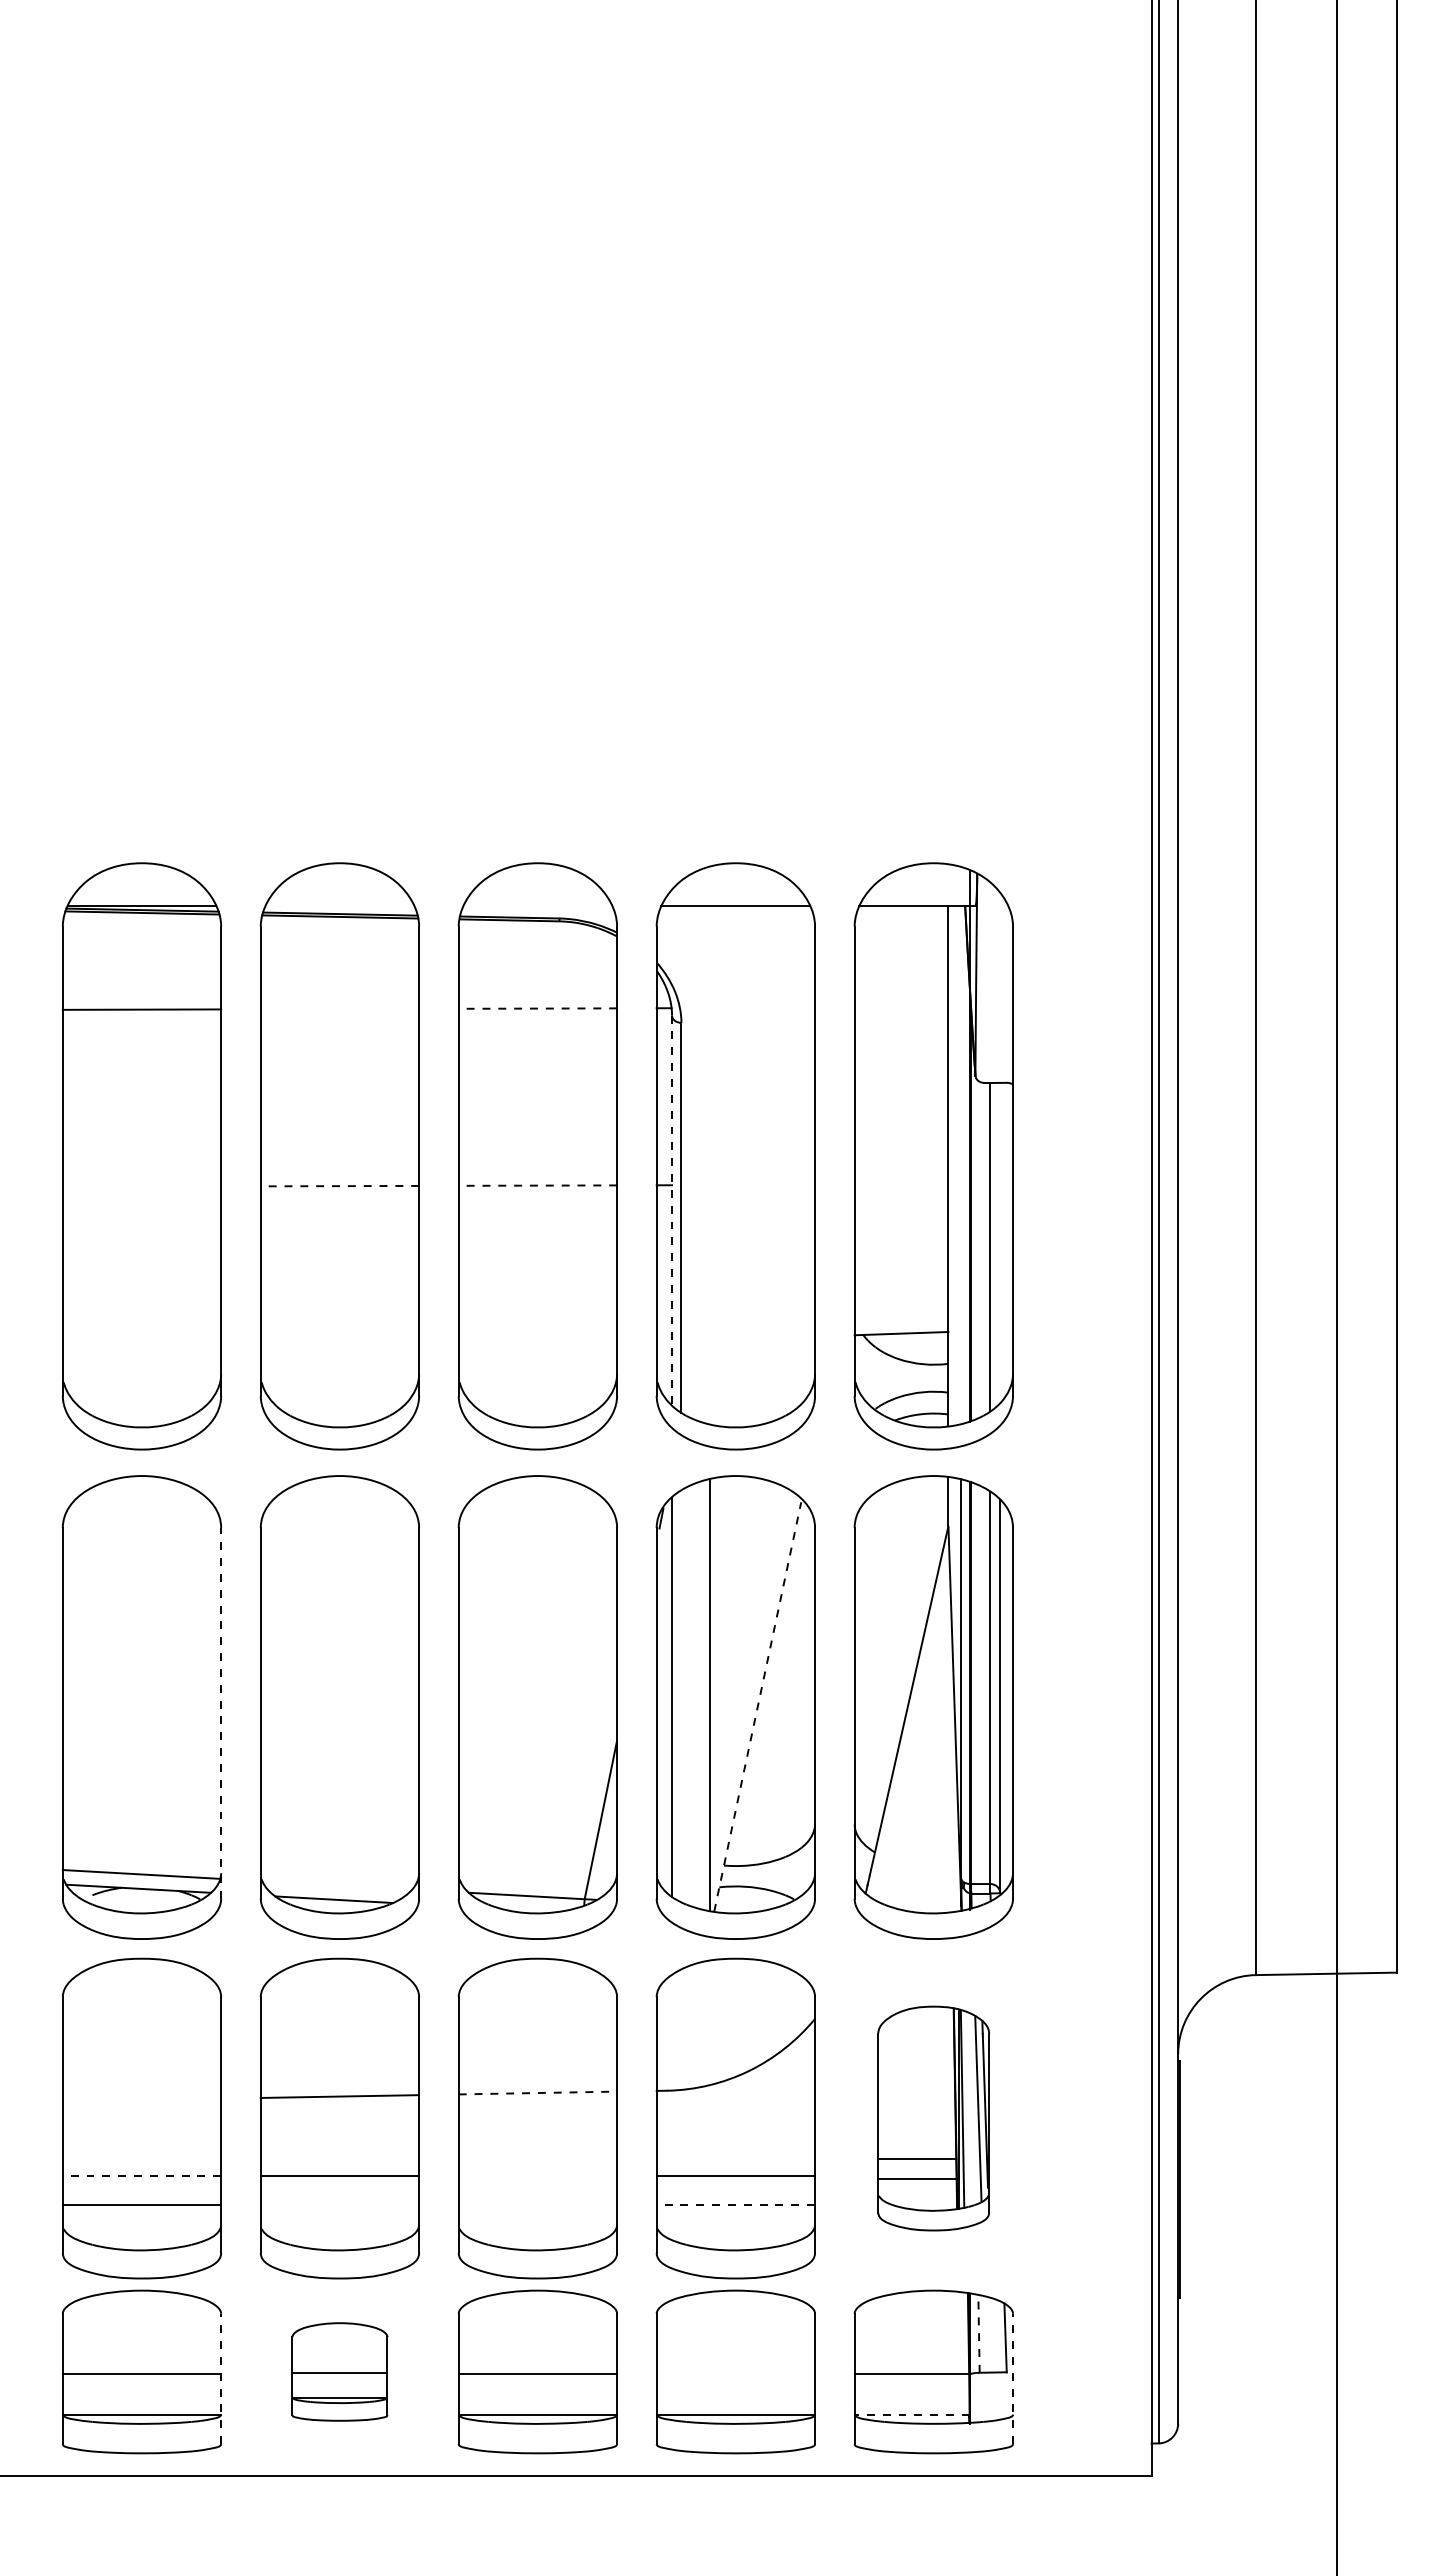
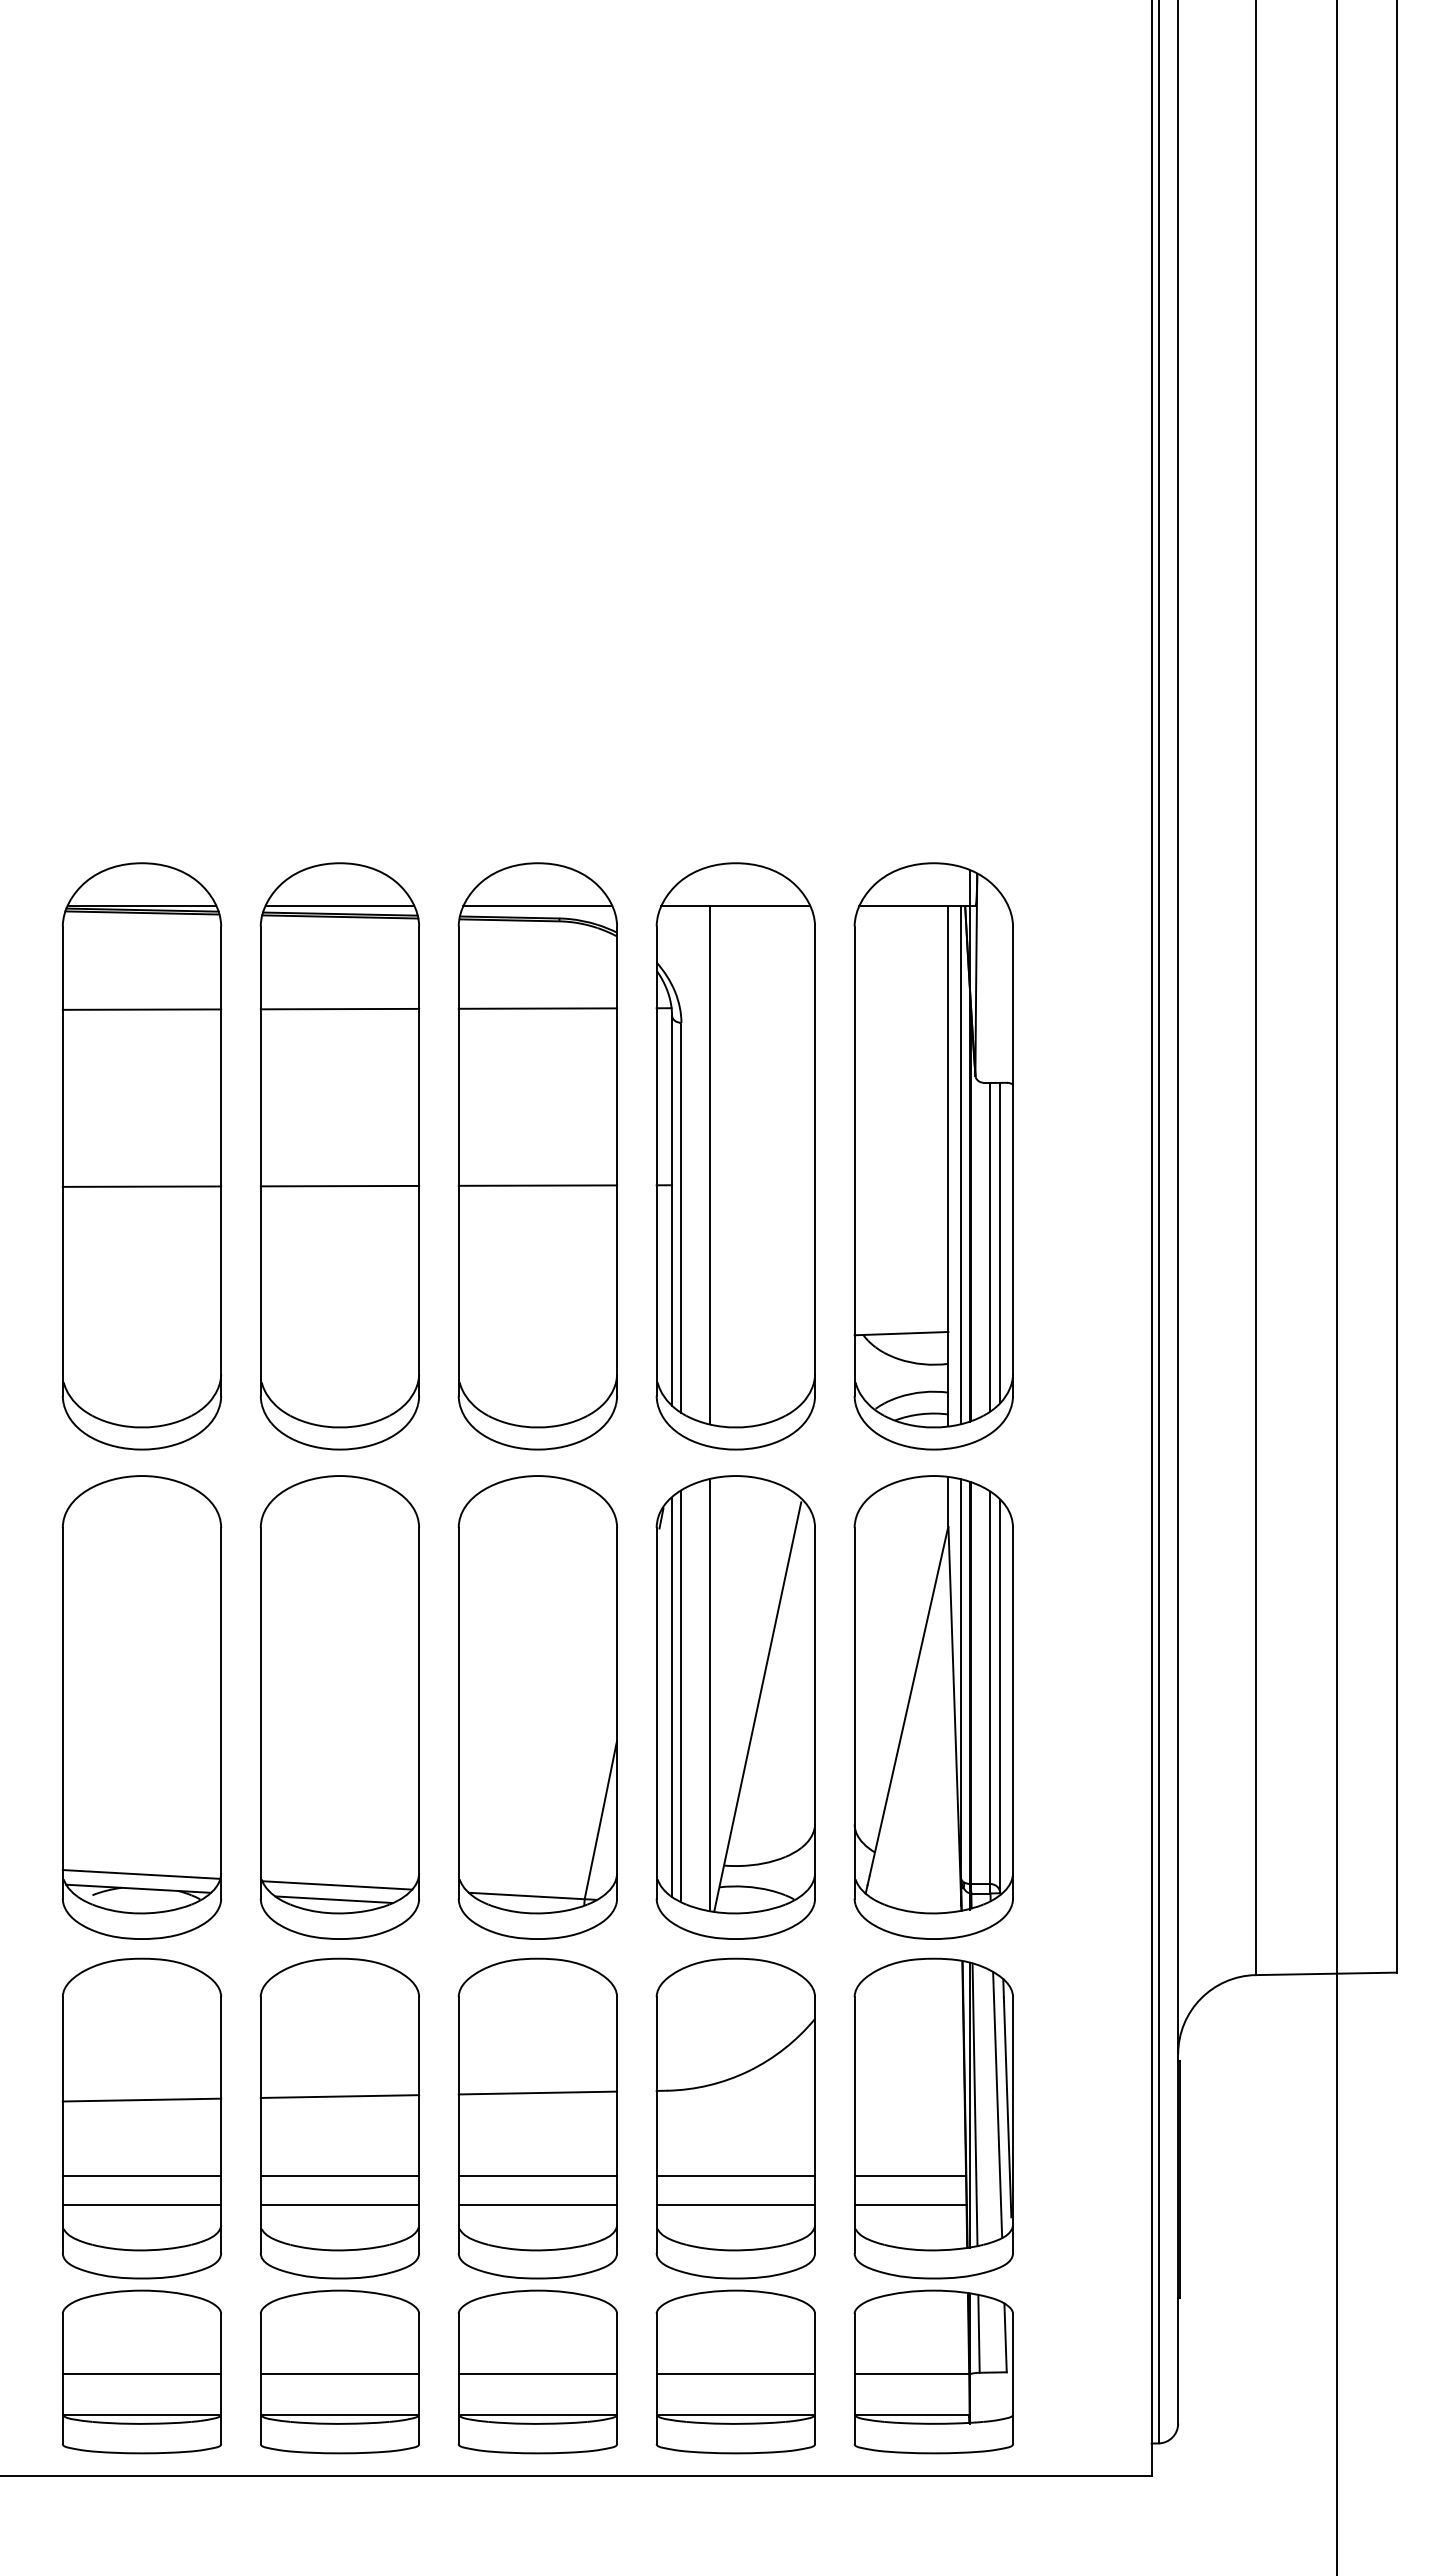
line at (339, 905): none -> present
line at (537, 905): none -> present
line at (339, 1008): none -> present
line at (537, 1008): dashed -> solid
line at (709, 1164): none -> present
line at (961, 1164): none -> present
line at (537, 1185): dashed -> solid
line at (141, 1186): none -> present
line at (339, 1186): dashed -> solid
line at (672, 1210): dashed -> solid
line at (1000, 1242): none -> present
line at (681, 1696): none -> present
line at (757, 1706): dashed -> solid
line at (221, 1712): dashed -> solid
line at (337, 1885): none -> present
line at (538, 2093): dashed -> solid
line at (141, 2099): none -> present
part at (933, 2118) size: 113x227 px -> 161x323 px
line at (141, 2176): dashed -> solid
line at (537, 2176): none -> present
line at (339, 2204): none -> present
line at (537, 2204): none -> present
line at (735, 2204): dashed -> solid
line at (979, 2333): dashed -> solid
part at (339, 2371) size: 98x100 px -> 160x166 px
line at (735, 2373): none -> present
line at (221, 2378): dashed -> solid
line at (1013, 2378): dashed -> solid
line at (911, 2415): dashed -> solid
